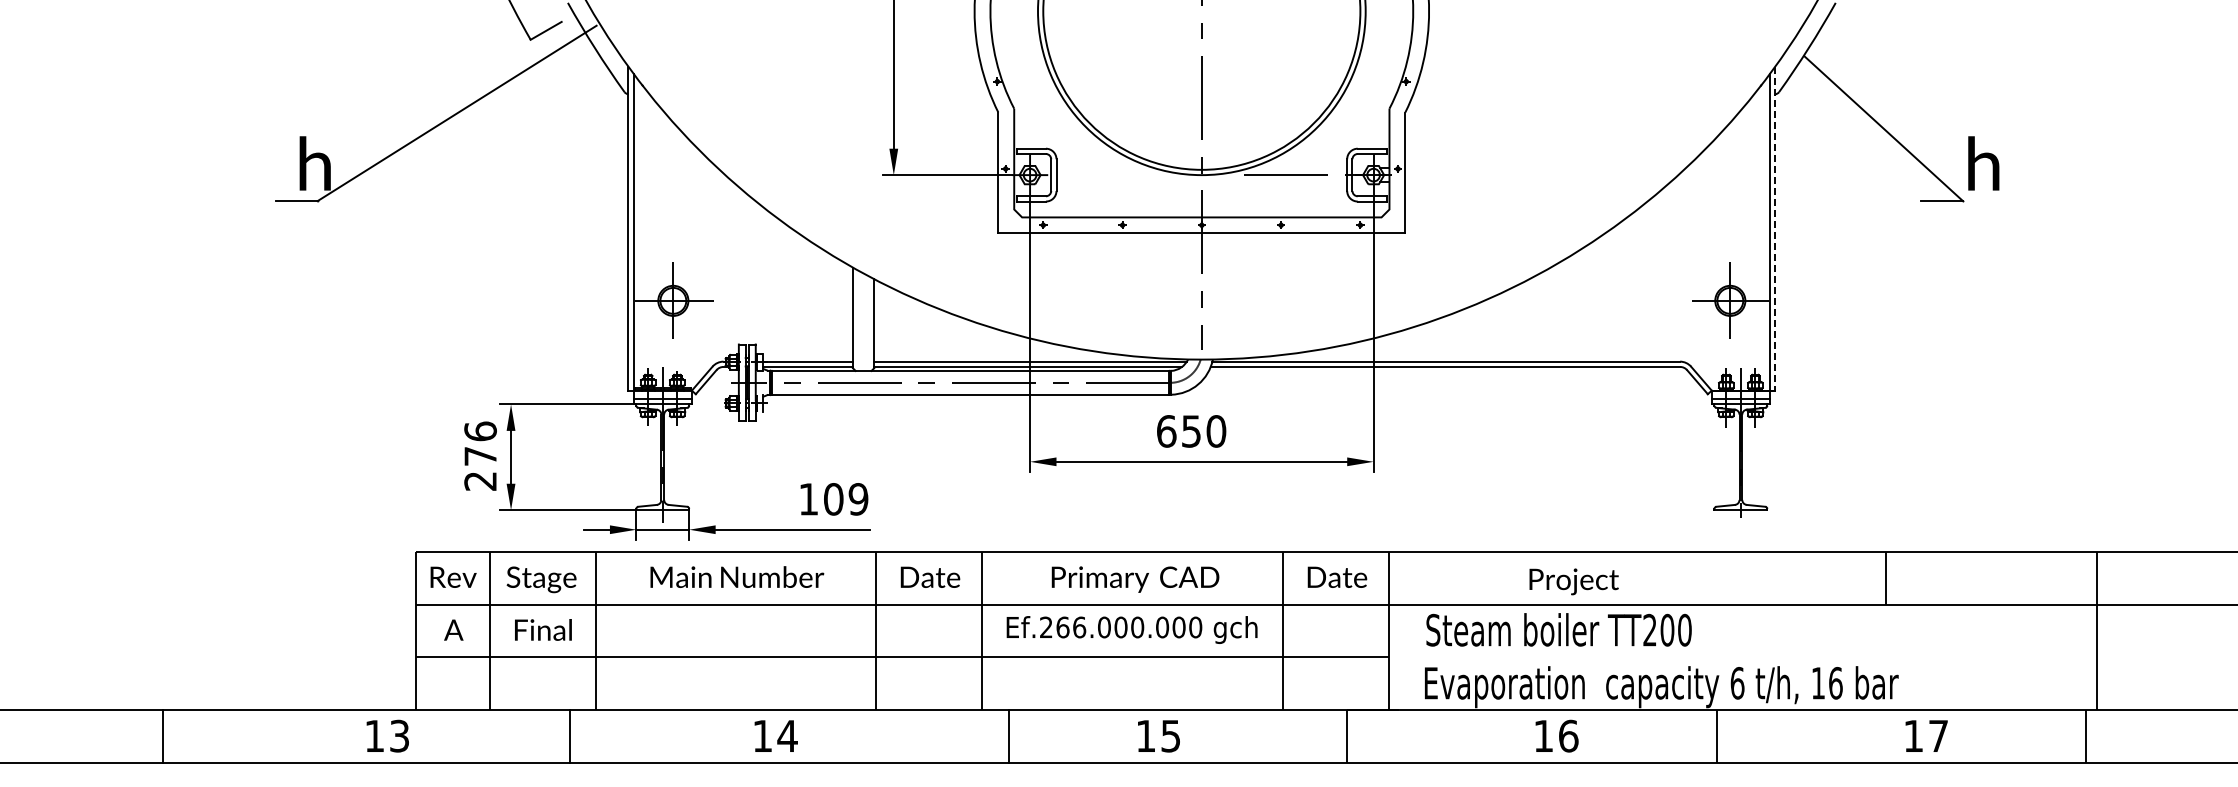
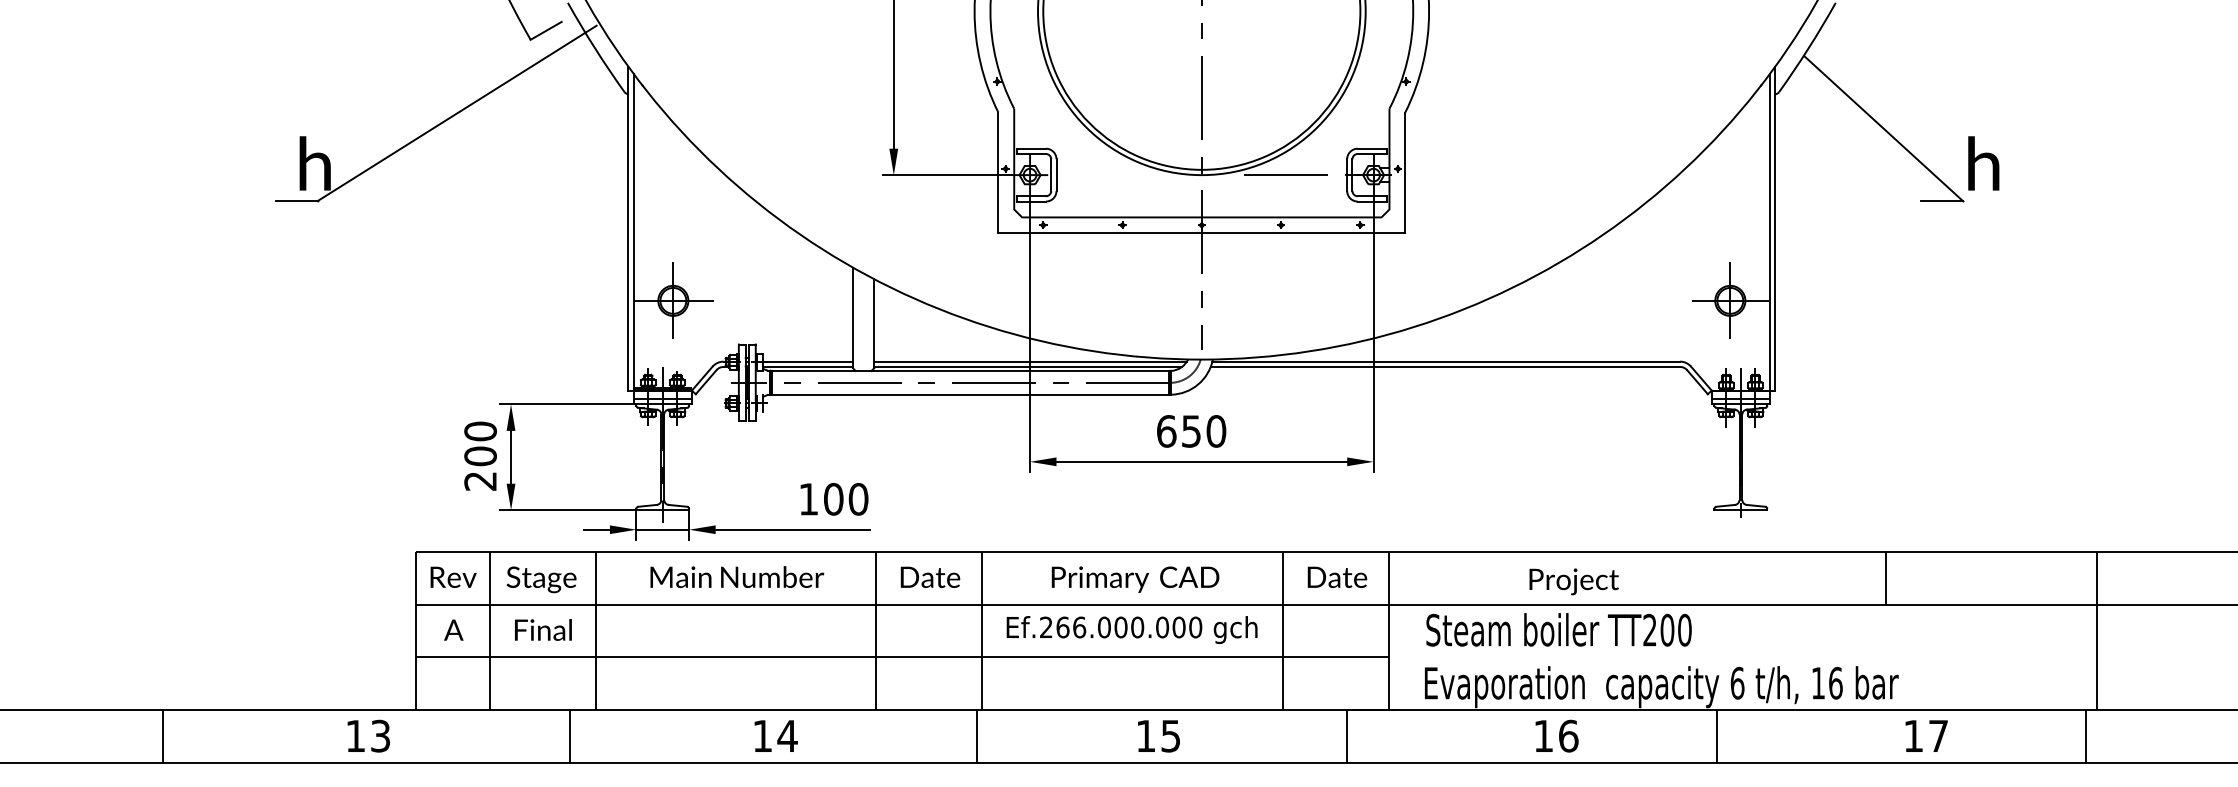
line at (1775, 229): dashed -> solid
text at (480, 443): 276 -> 200
text at (858, 499): 109 -> 100
text at (387, 735) position: (387, 735) -> (368, 735)
line at (1008, 736) position: (1008, 736) -> (976, 736)
